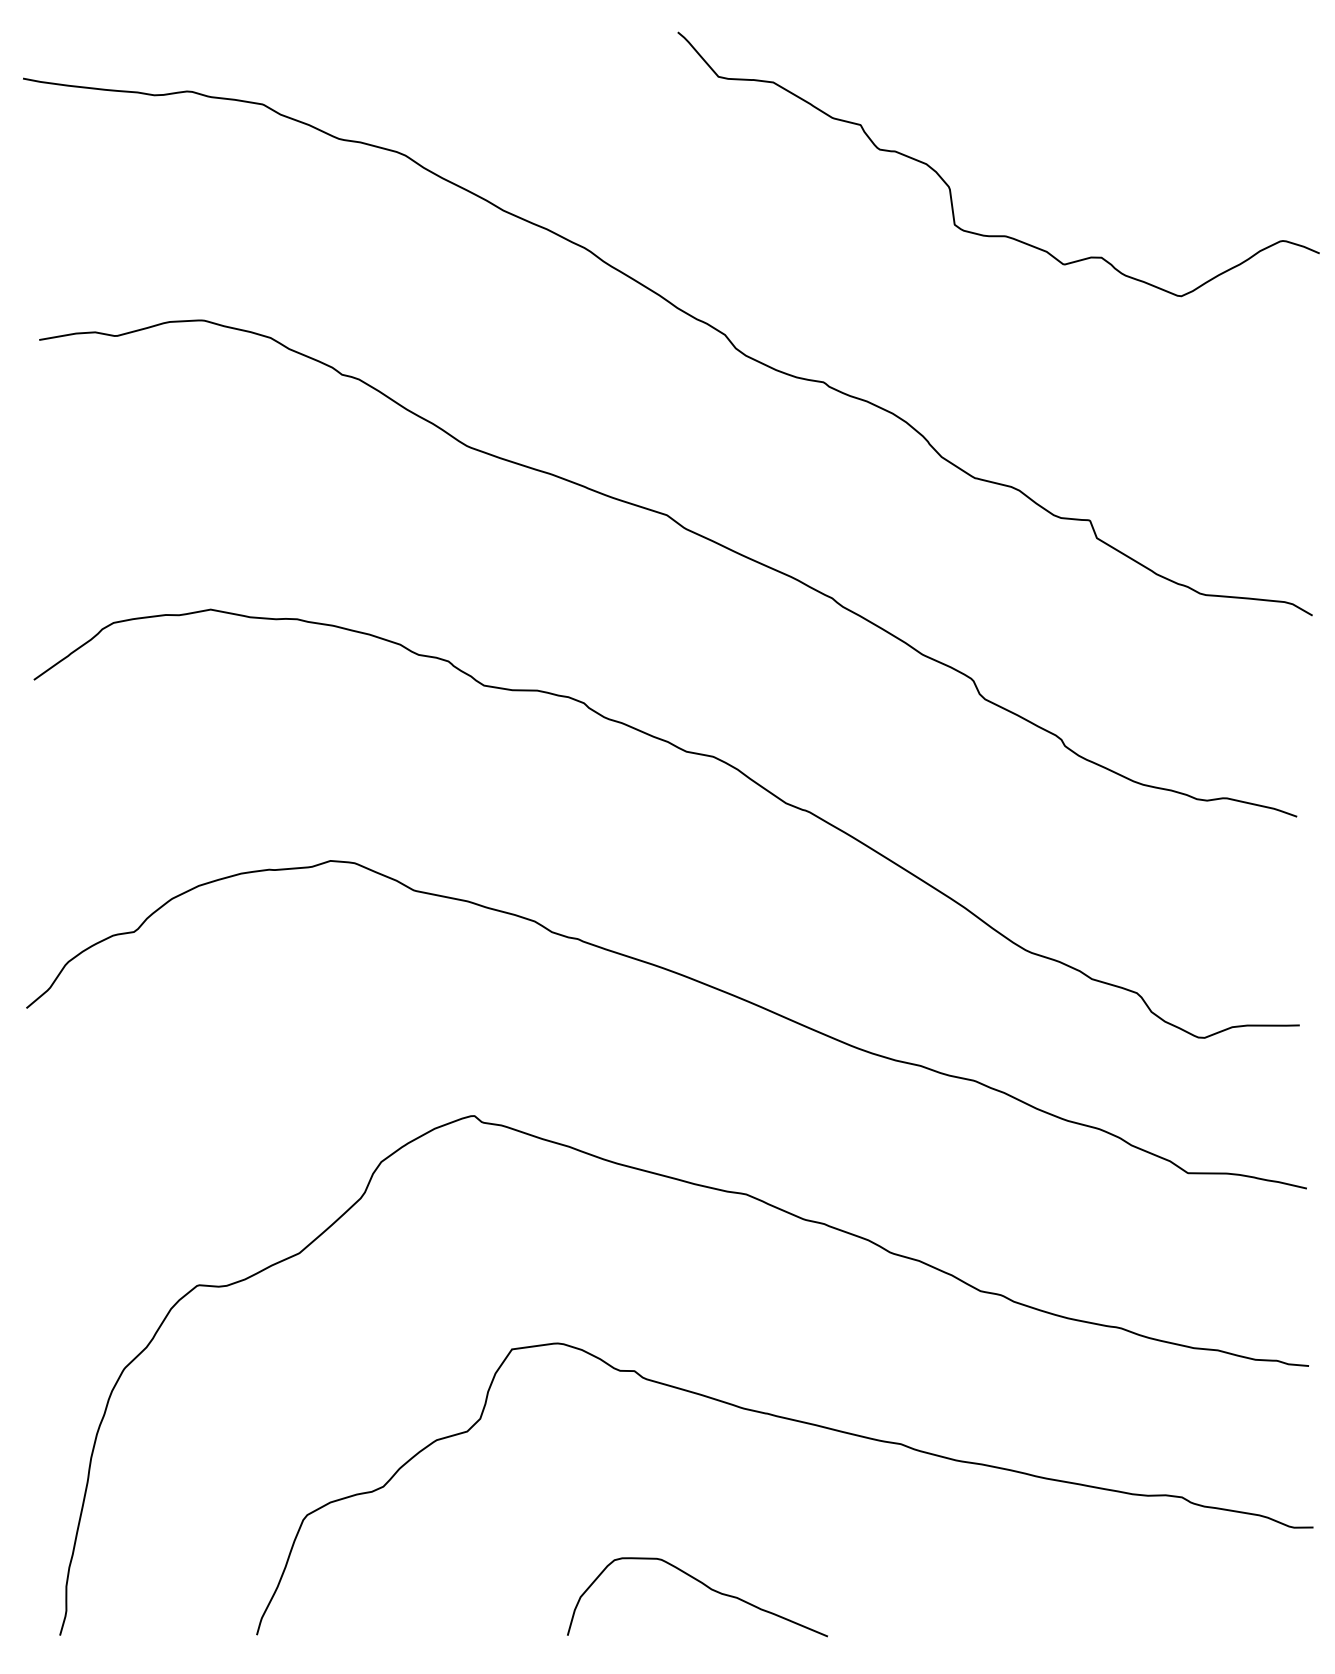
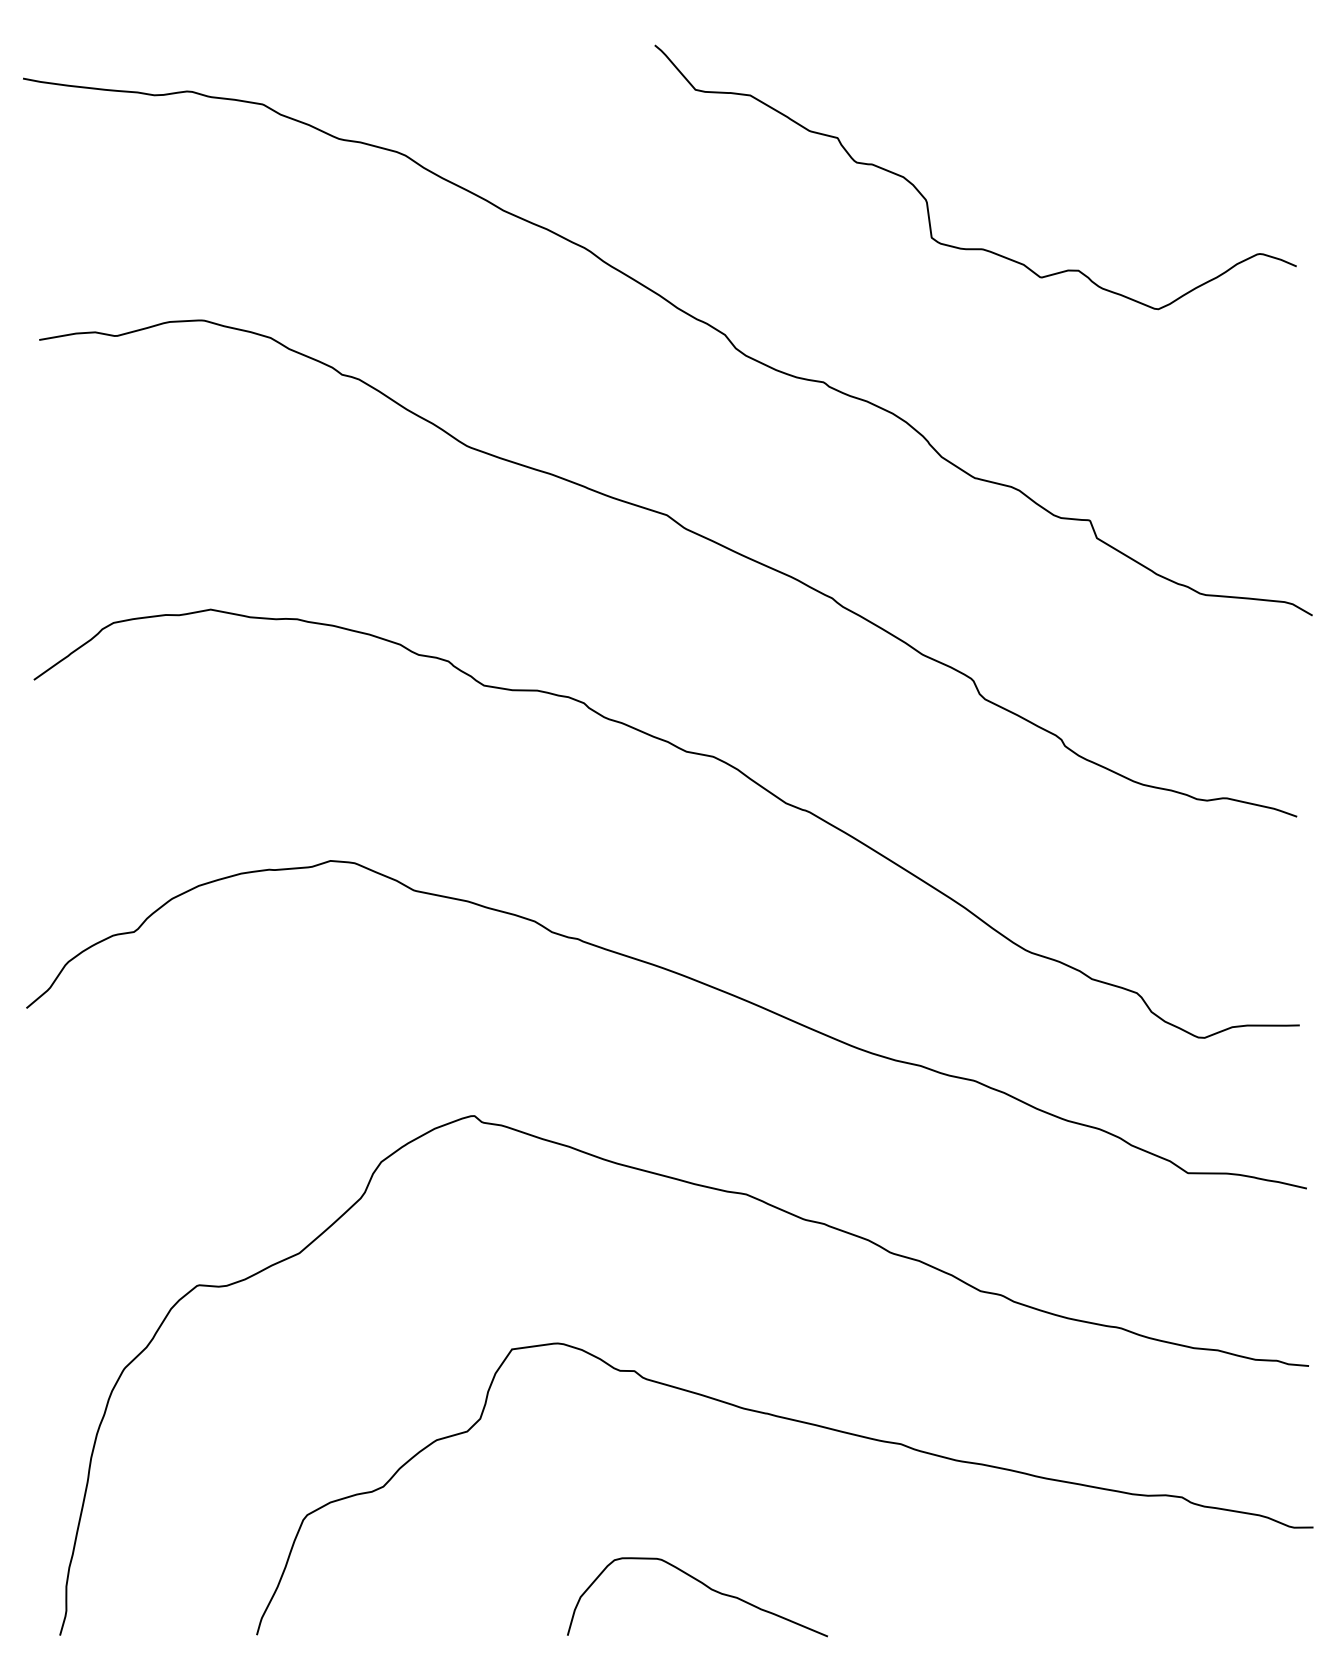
curve at (950, 187) position: (950, 187) -> (927, 200)
